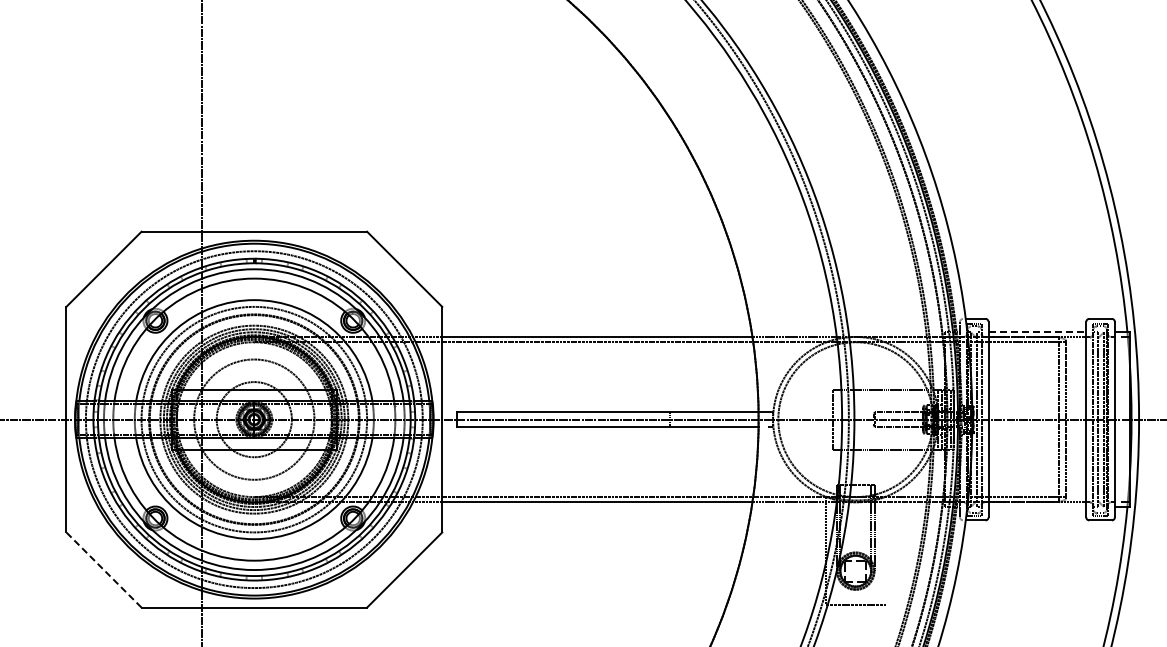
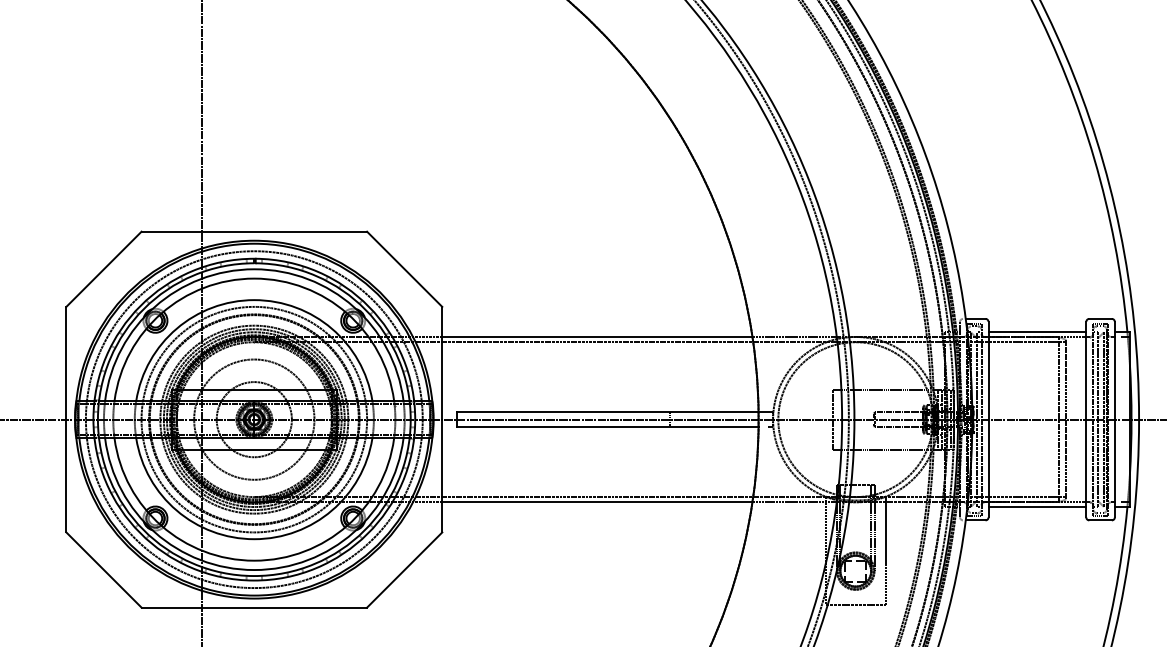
line at (1037, 332): dashed -> solid
line at (1037, 507): none -> present
line at (885, 550): none -> present
line at (103, 569): dashed -> solid
